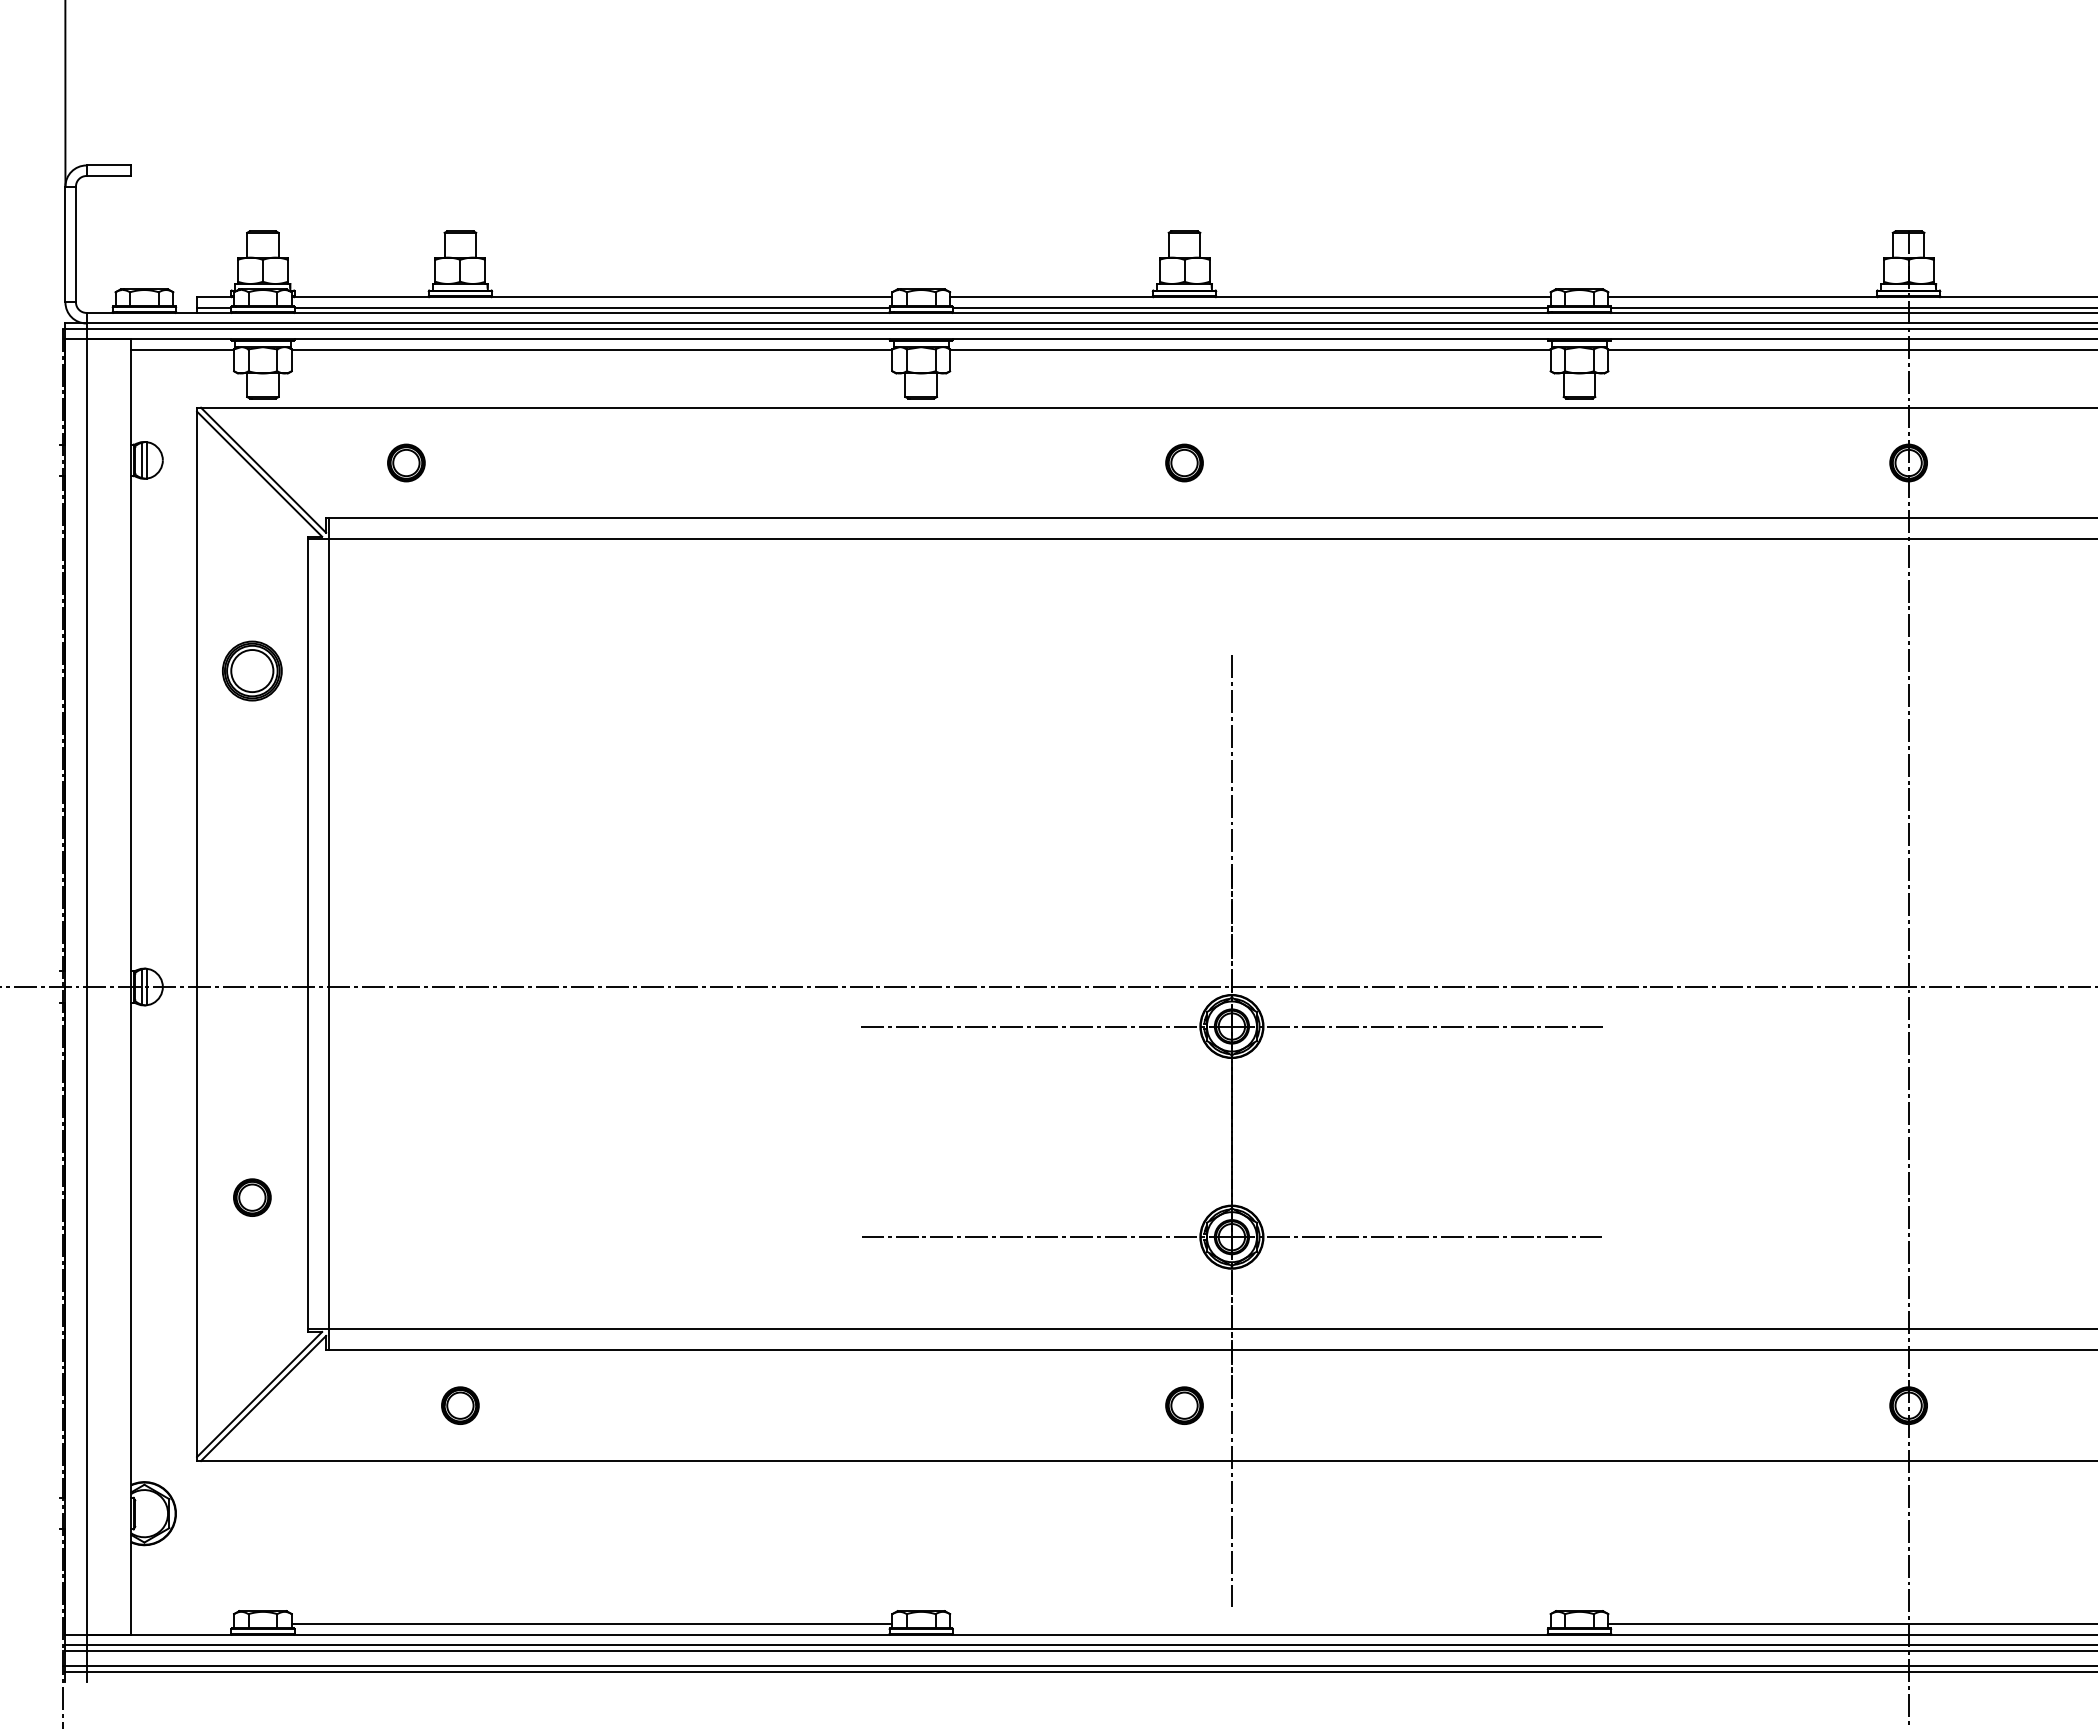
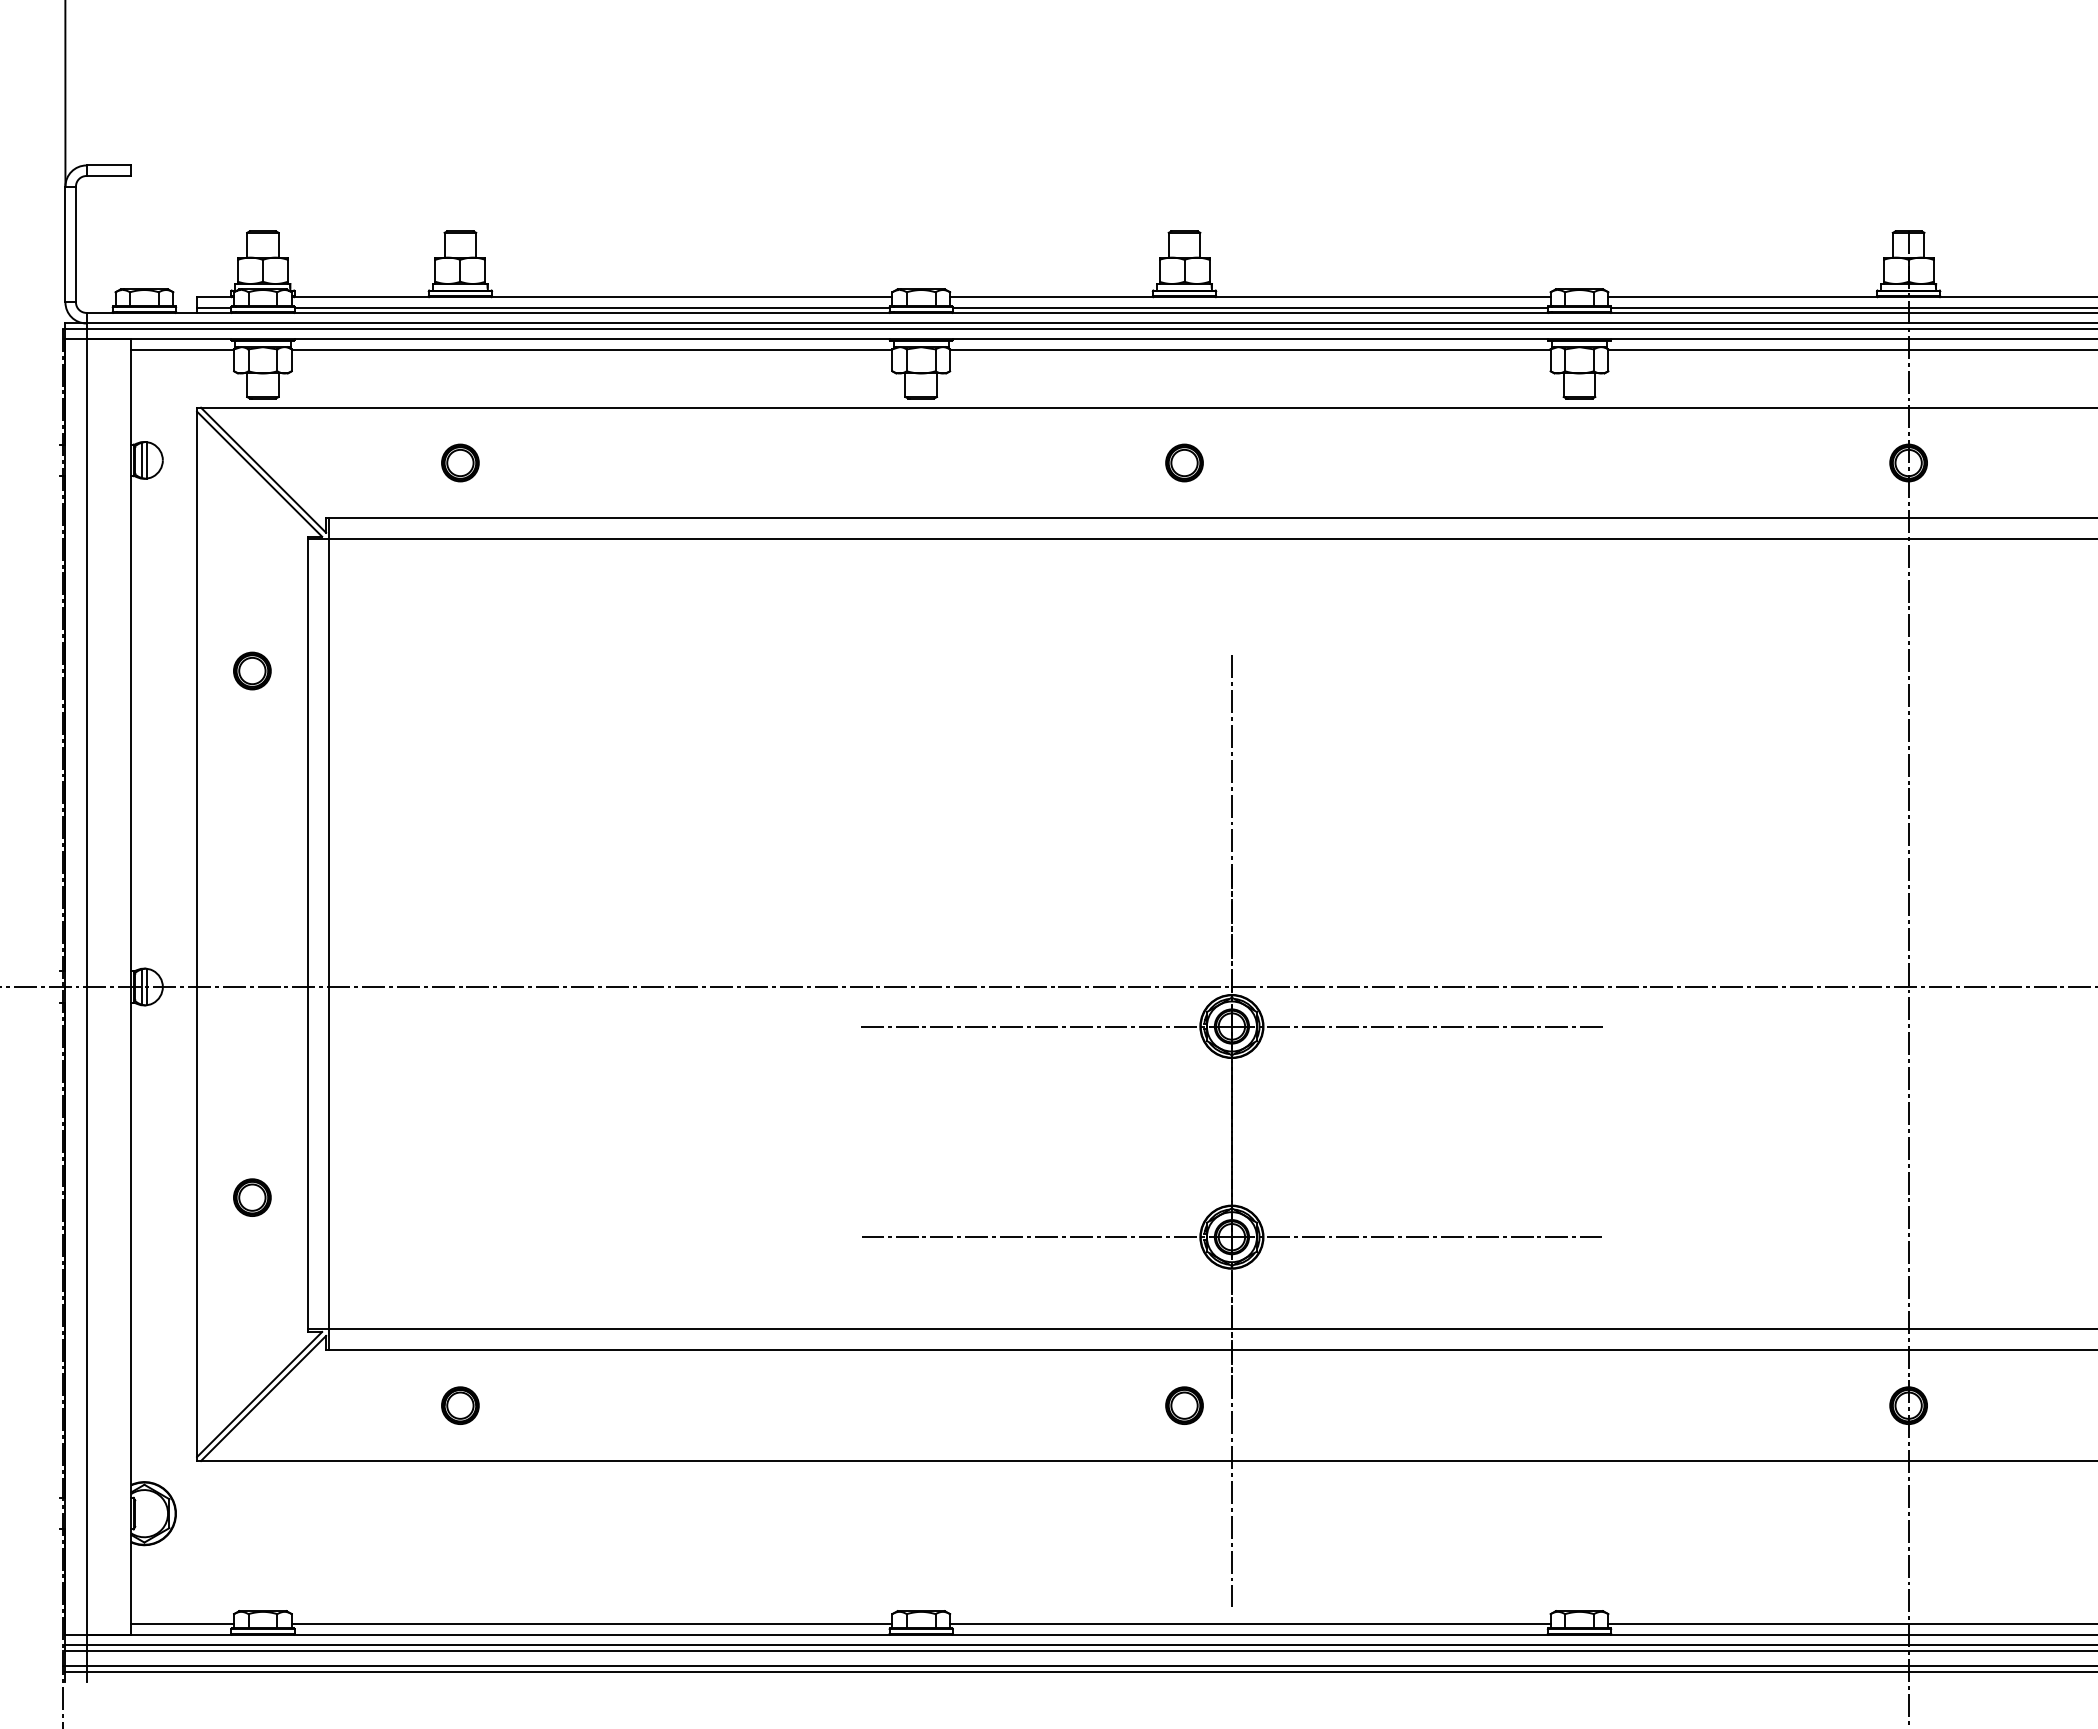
part at (406, 462) position: (406, 462) -> (460, 462)
part at (252, 670) size: 61x62 px -> 39x40 px
line at (182, 1624): none -> present
line at (1250, 1624): none -> present
